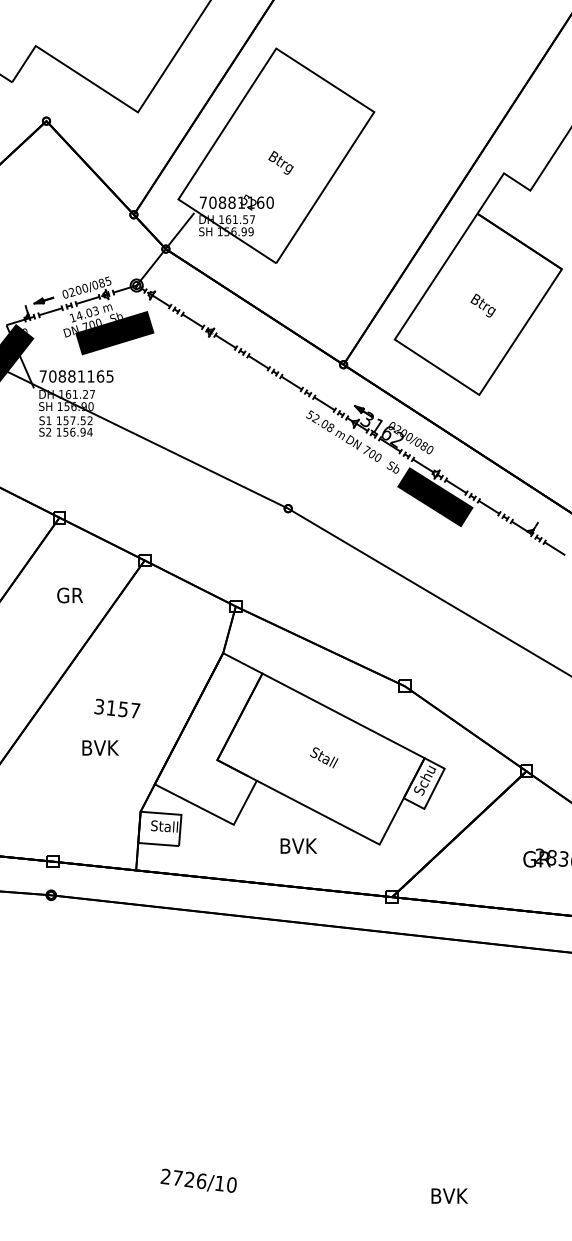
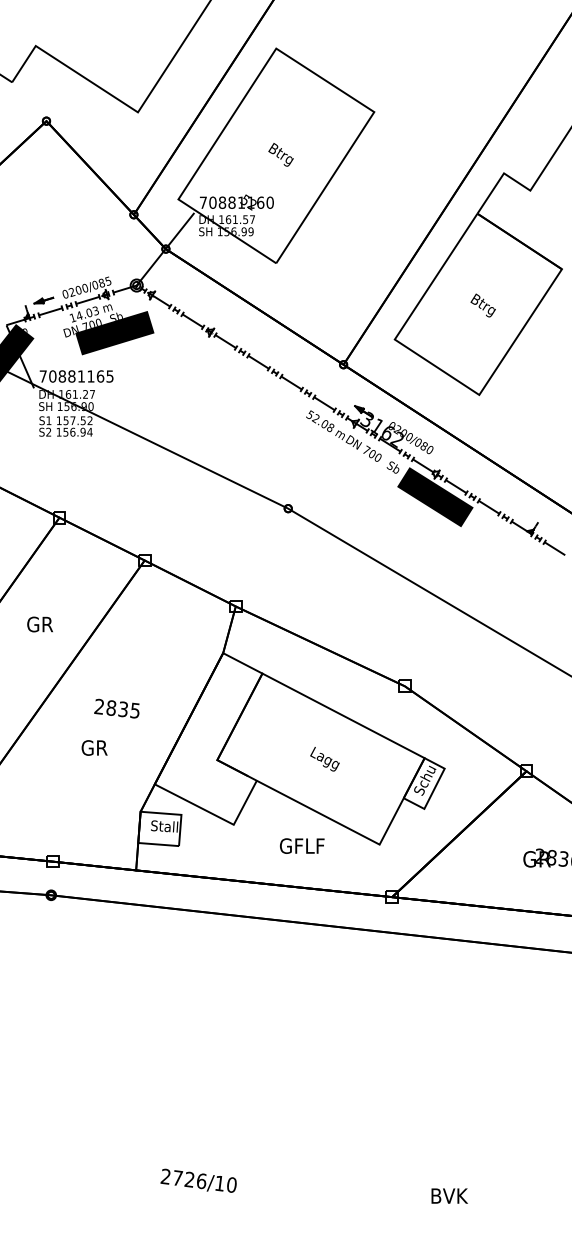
text at (280, 162) position: (280, 162) -> (280, 154)
text at (69, 595) position: (69, 595) -> (39, 624)
text at (117, 708): 3157 -> 2835
text at (99, 747): BVK -> GR
text at (324, 759): Stall -> Lagg
text at (301, 845): BVK -> GFLF
